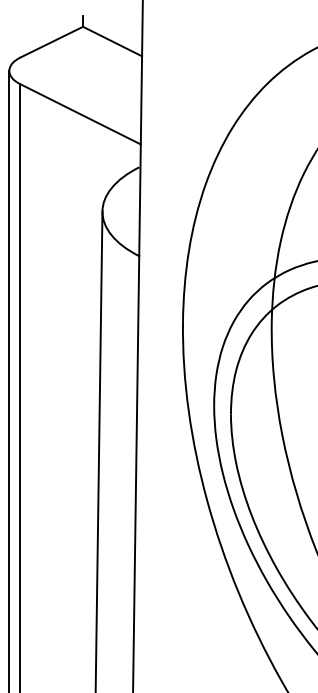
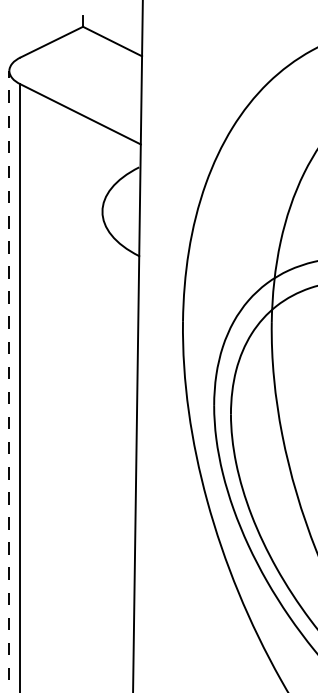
line at (9, 381): solid -> dashed
line at (98, 450): present -> none
